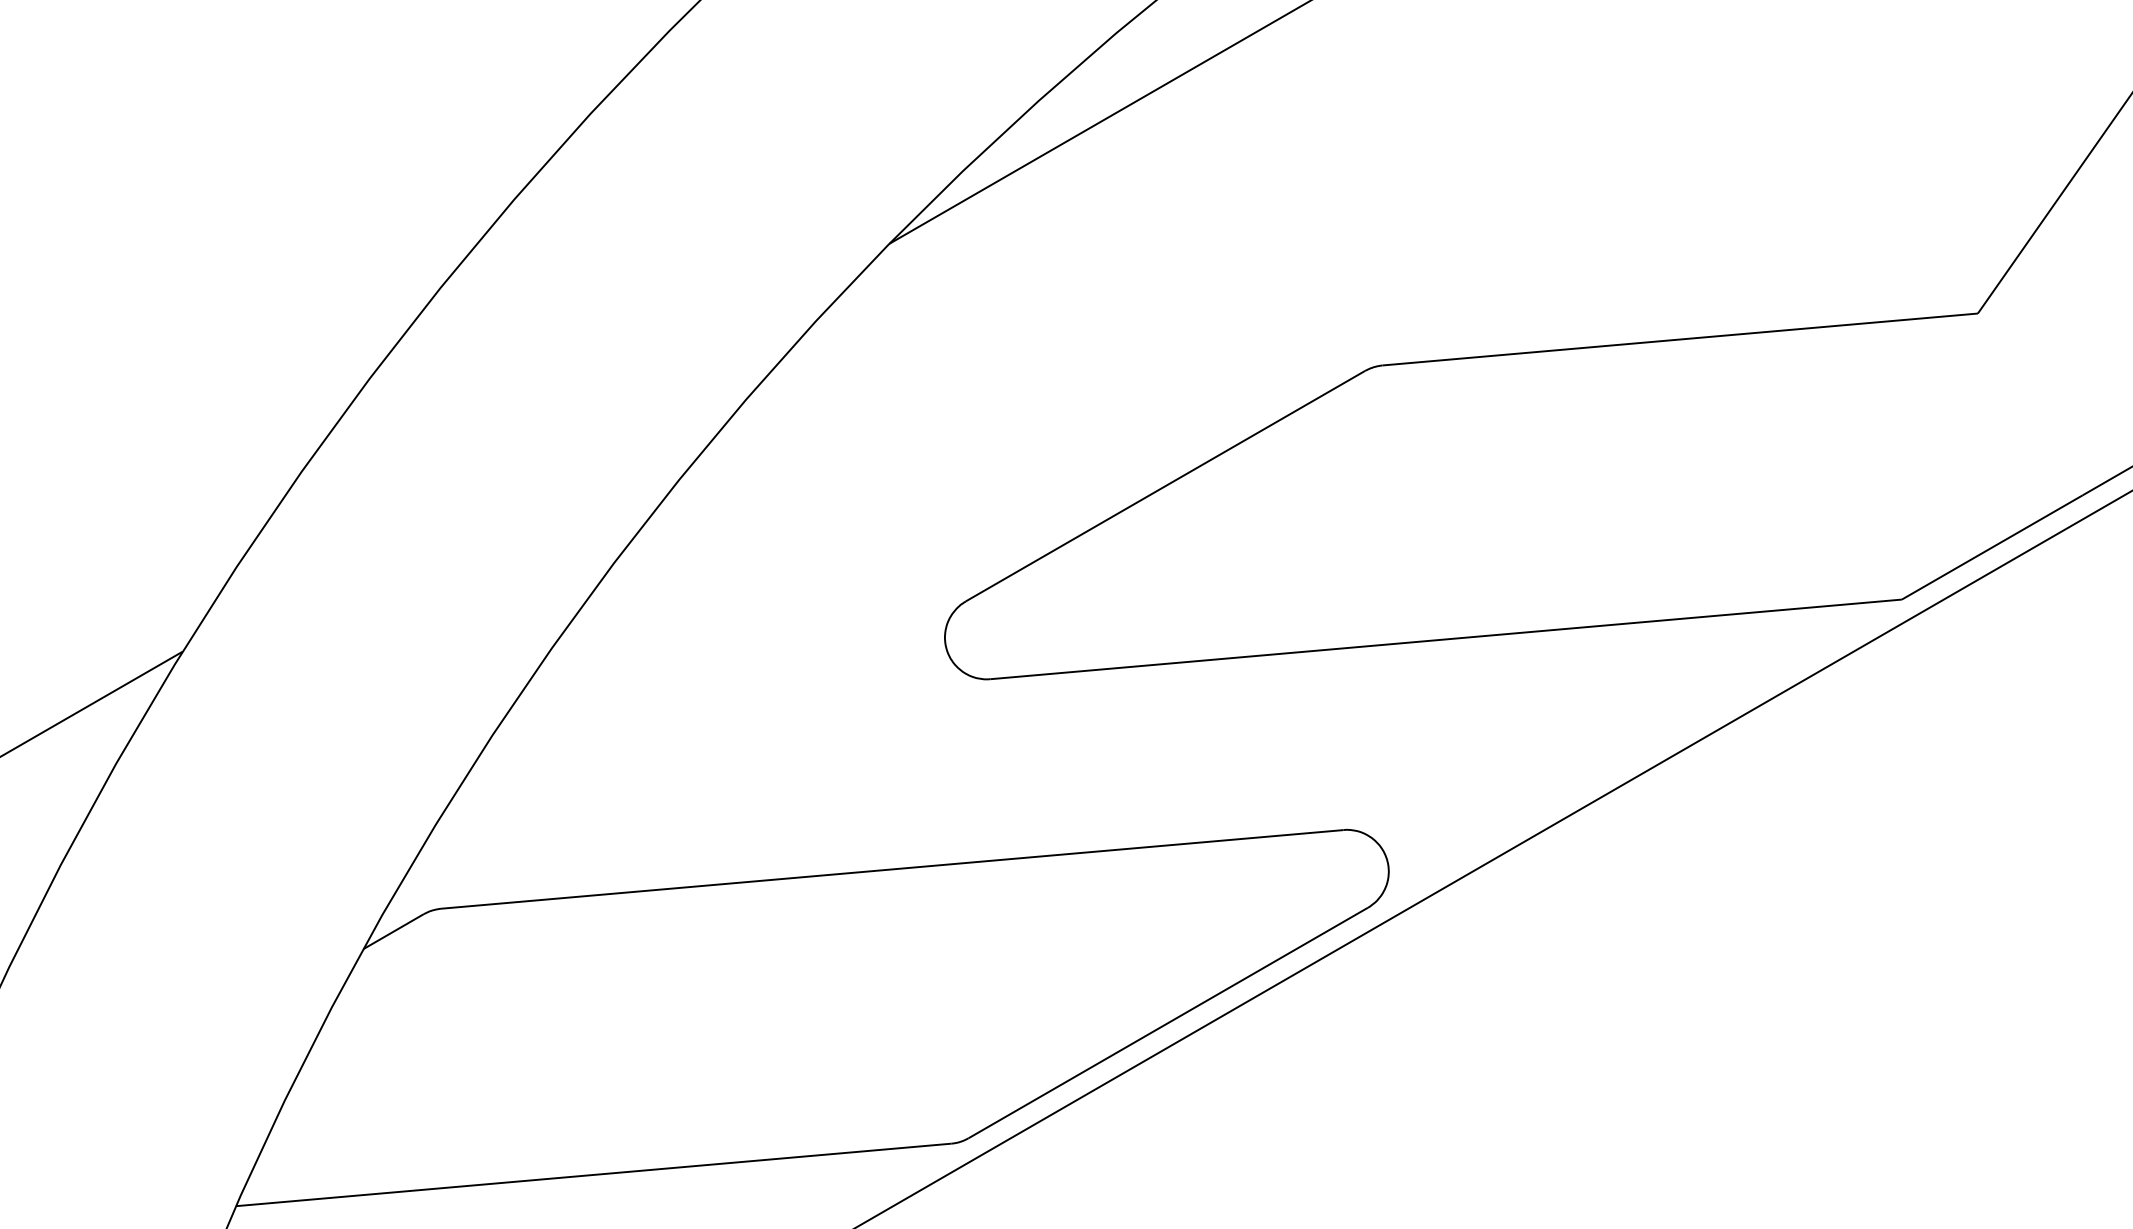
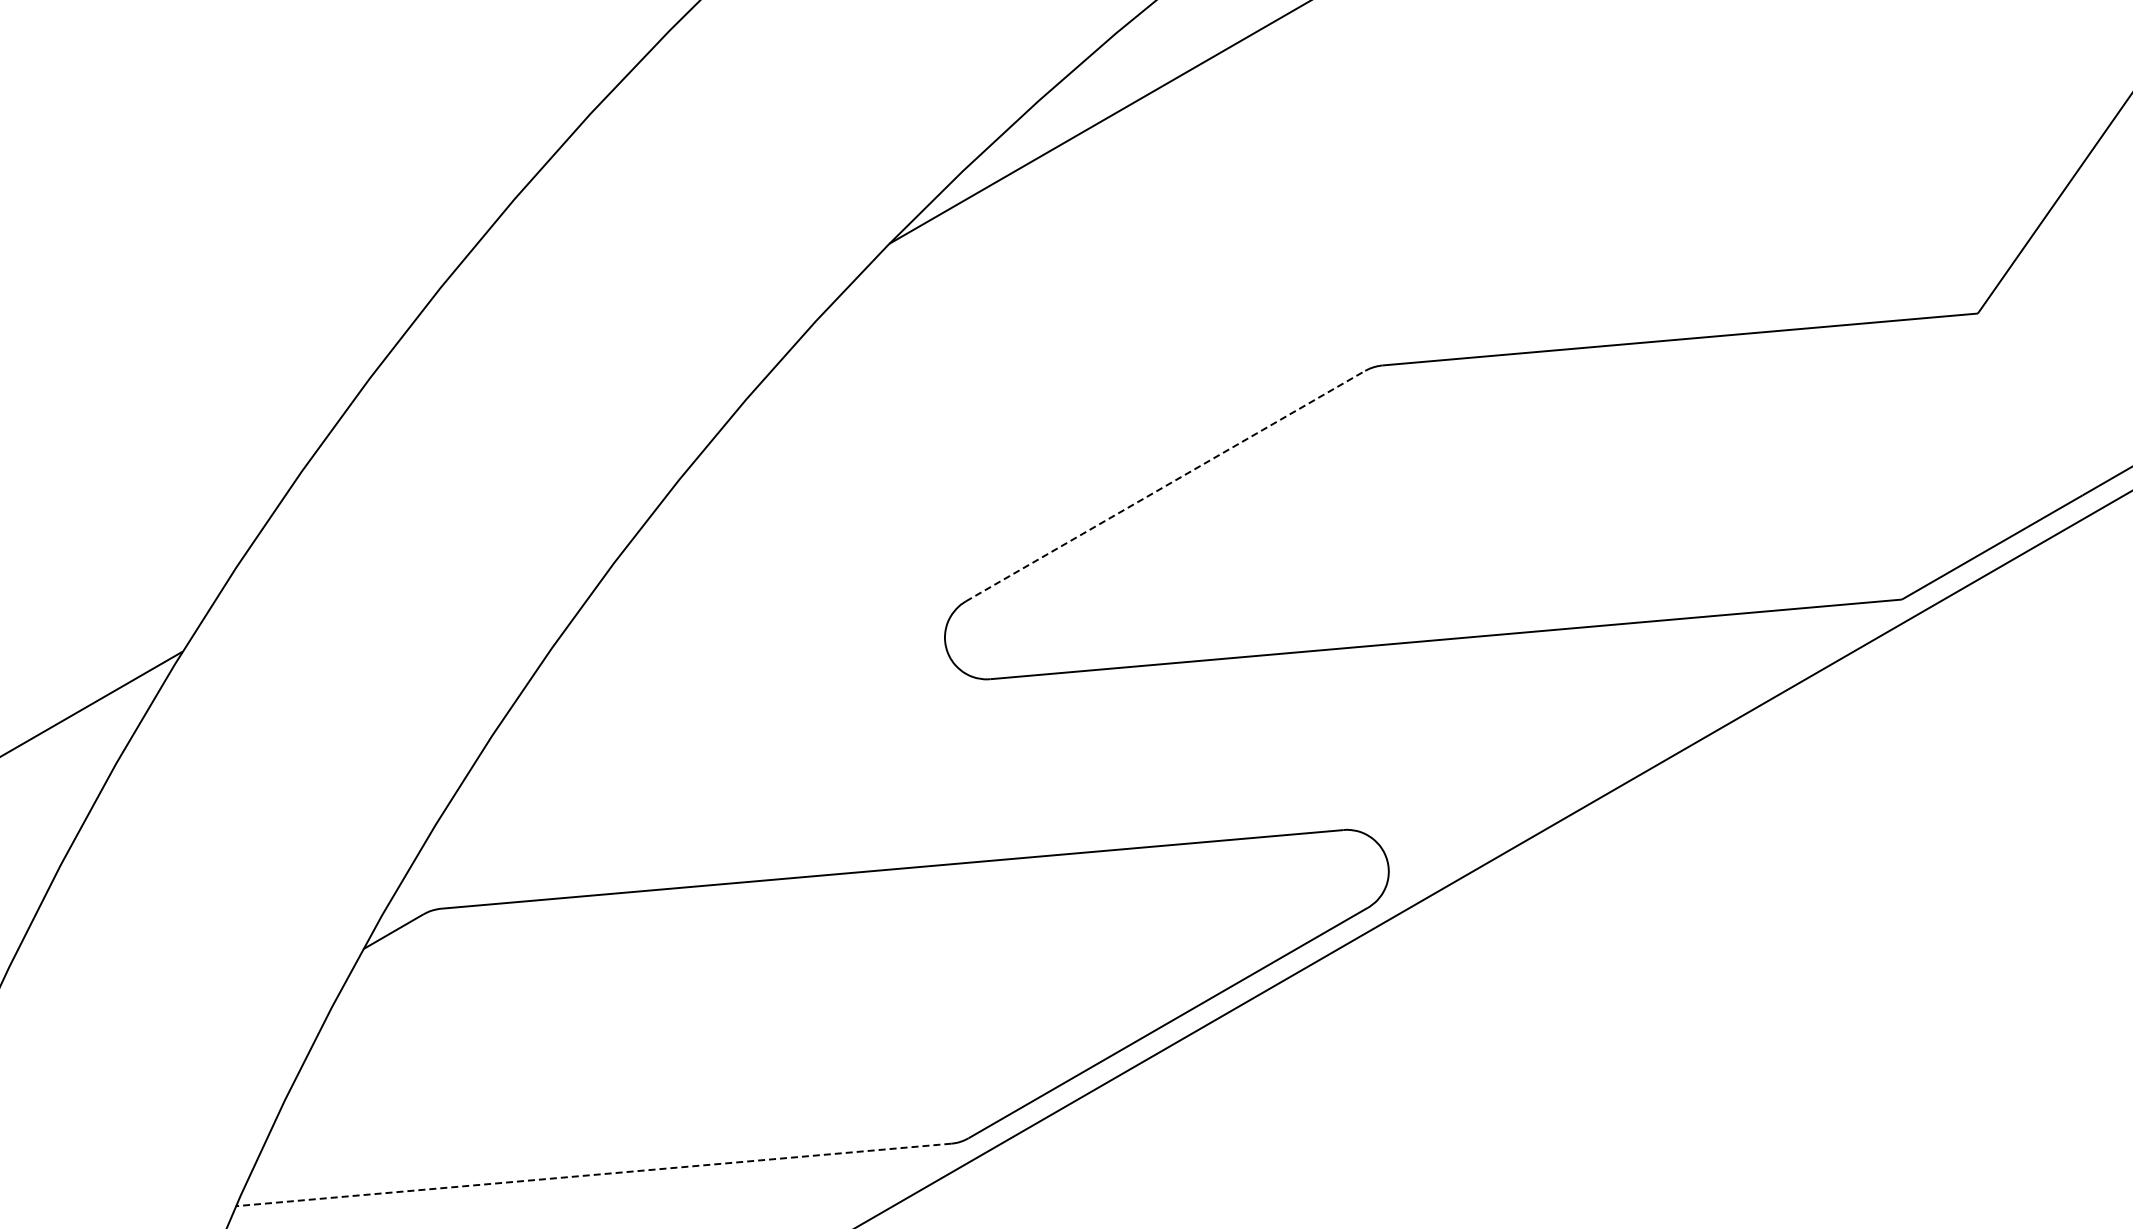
line at (1165, 486): solid -> dashed
line at (593, 1174): solid -> dashed
